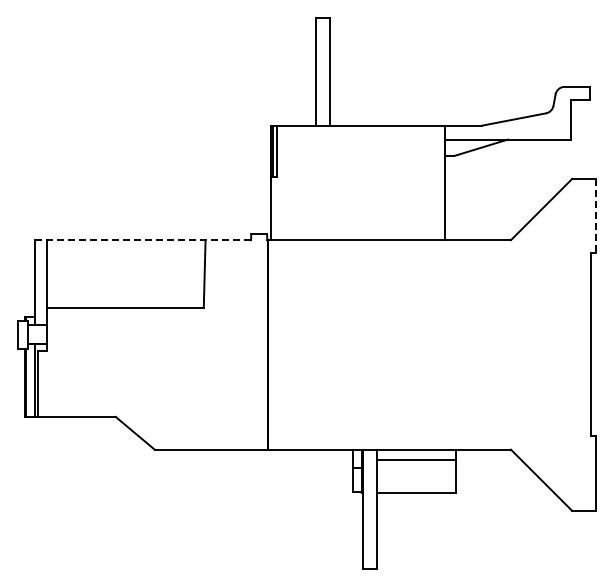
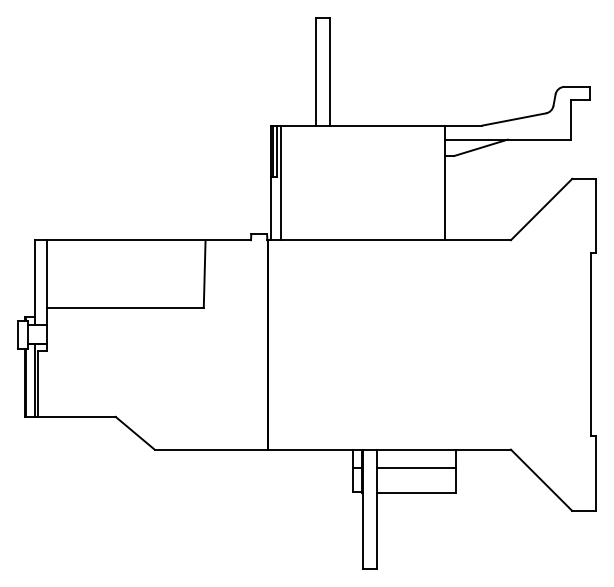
line at (281, 182): none -> present
line at (595, 216): dashed -> solid
line at (143, 240): dashed -> solid
line at (415, 460) position: (415, 460) -> (415, 468)
